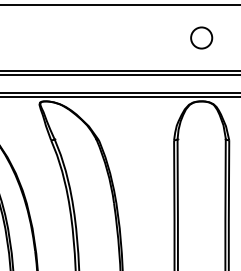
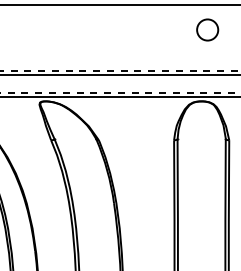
circle at (201, 37) position: (201, 37) -> (207, 29)
line at (120, 70): solid -> dashed
line at (120, 92): solid -> dashed
